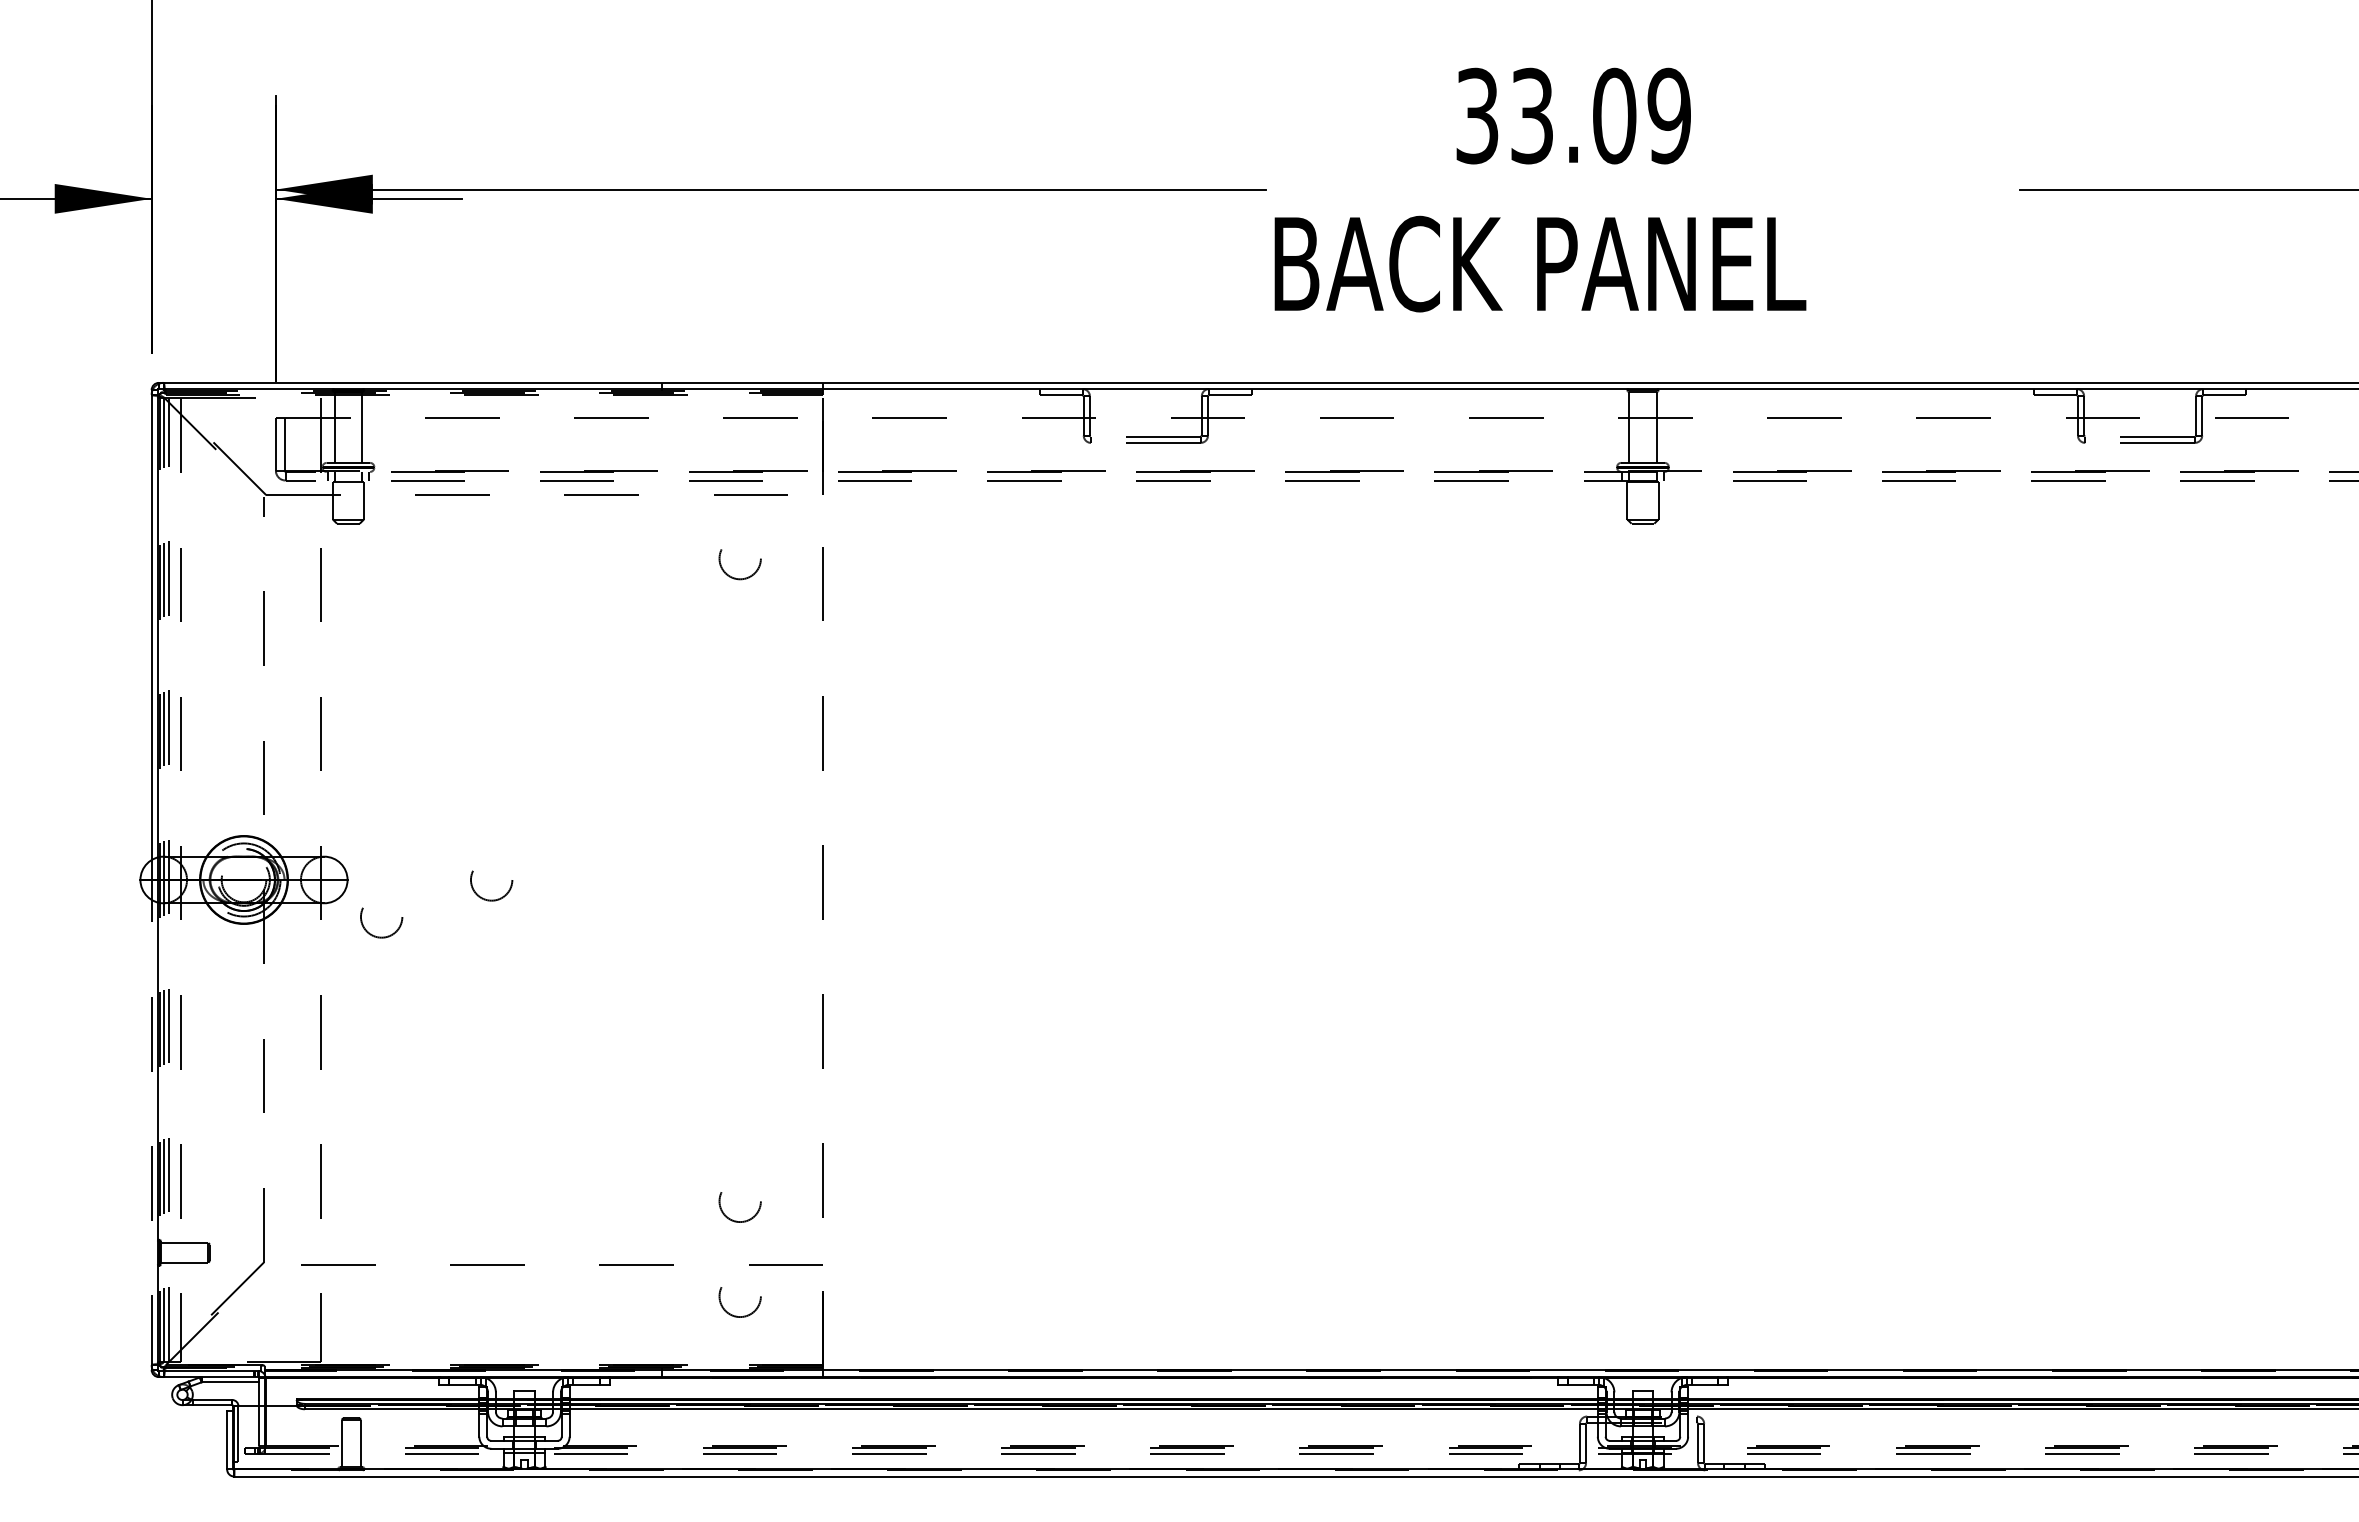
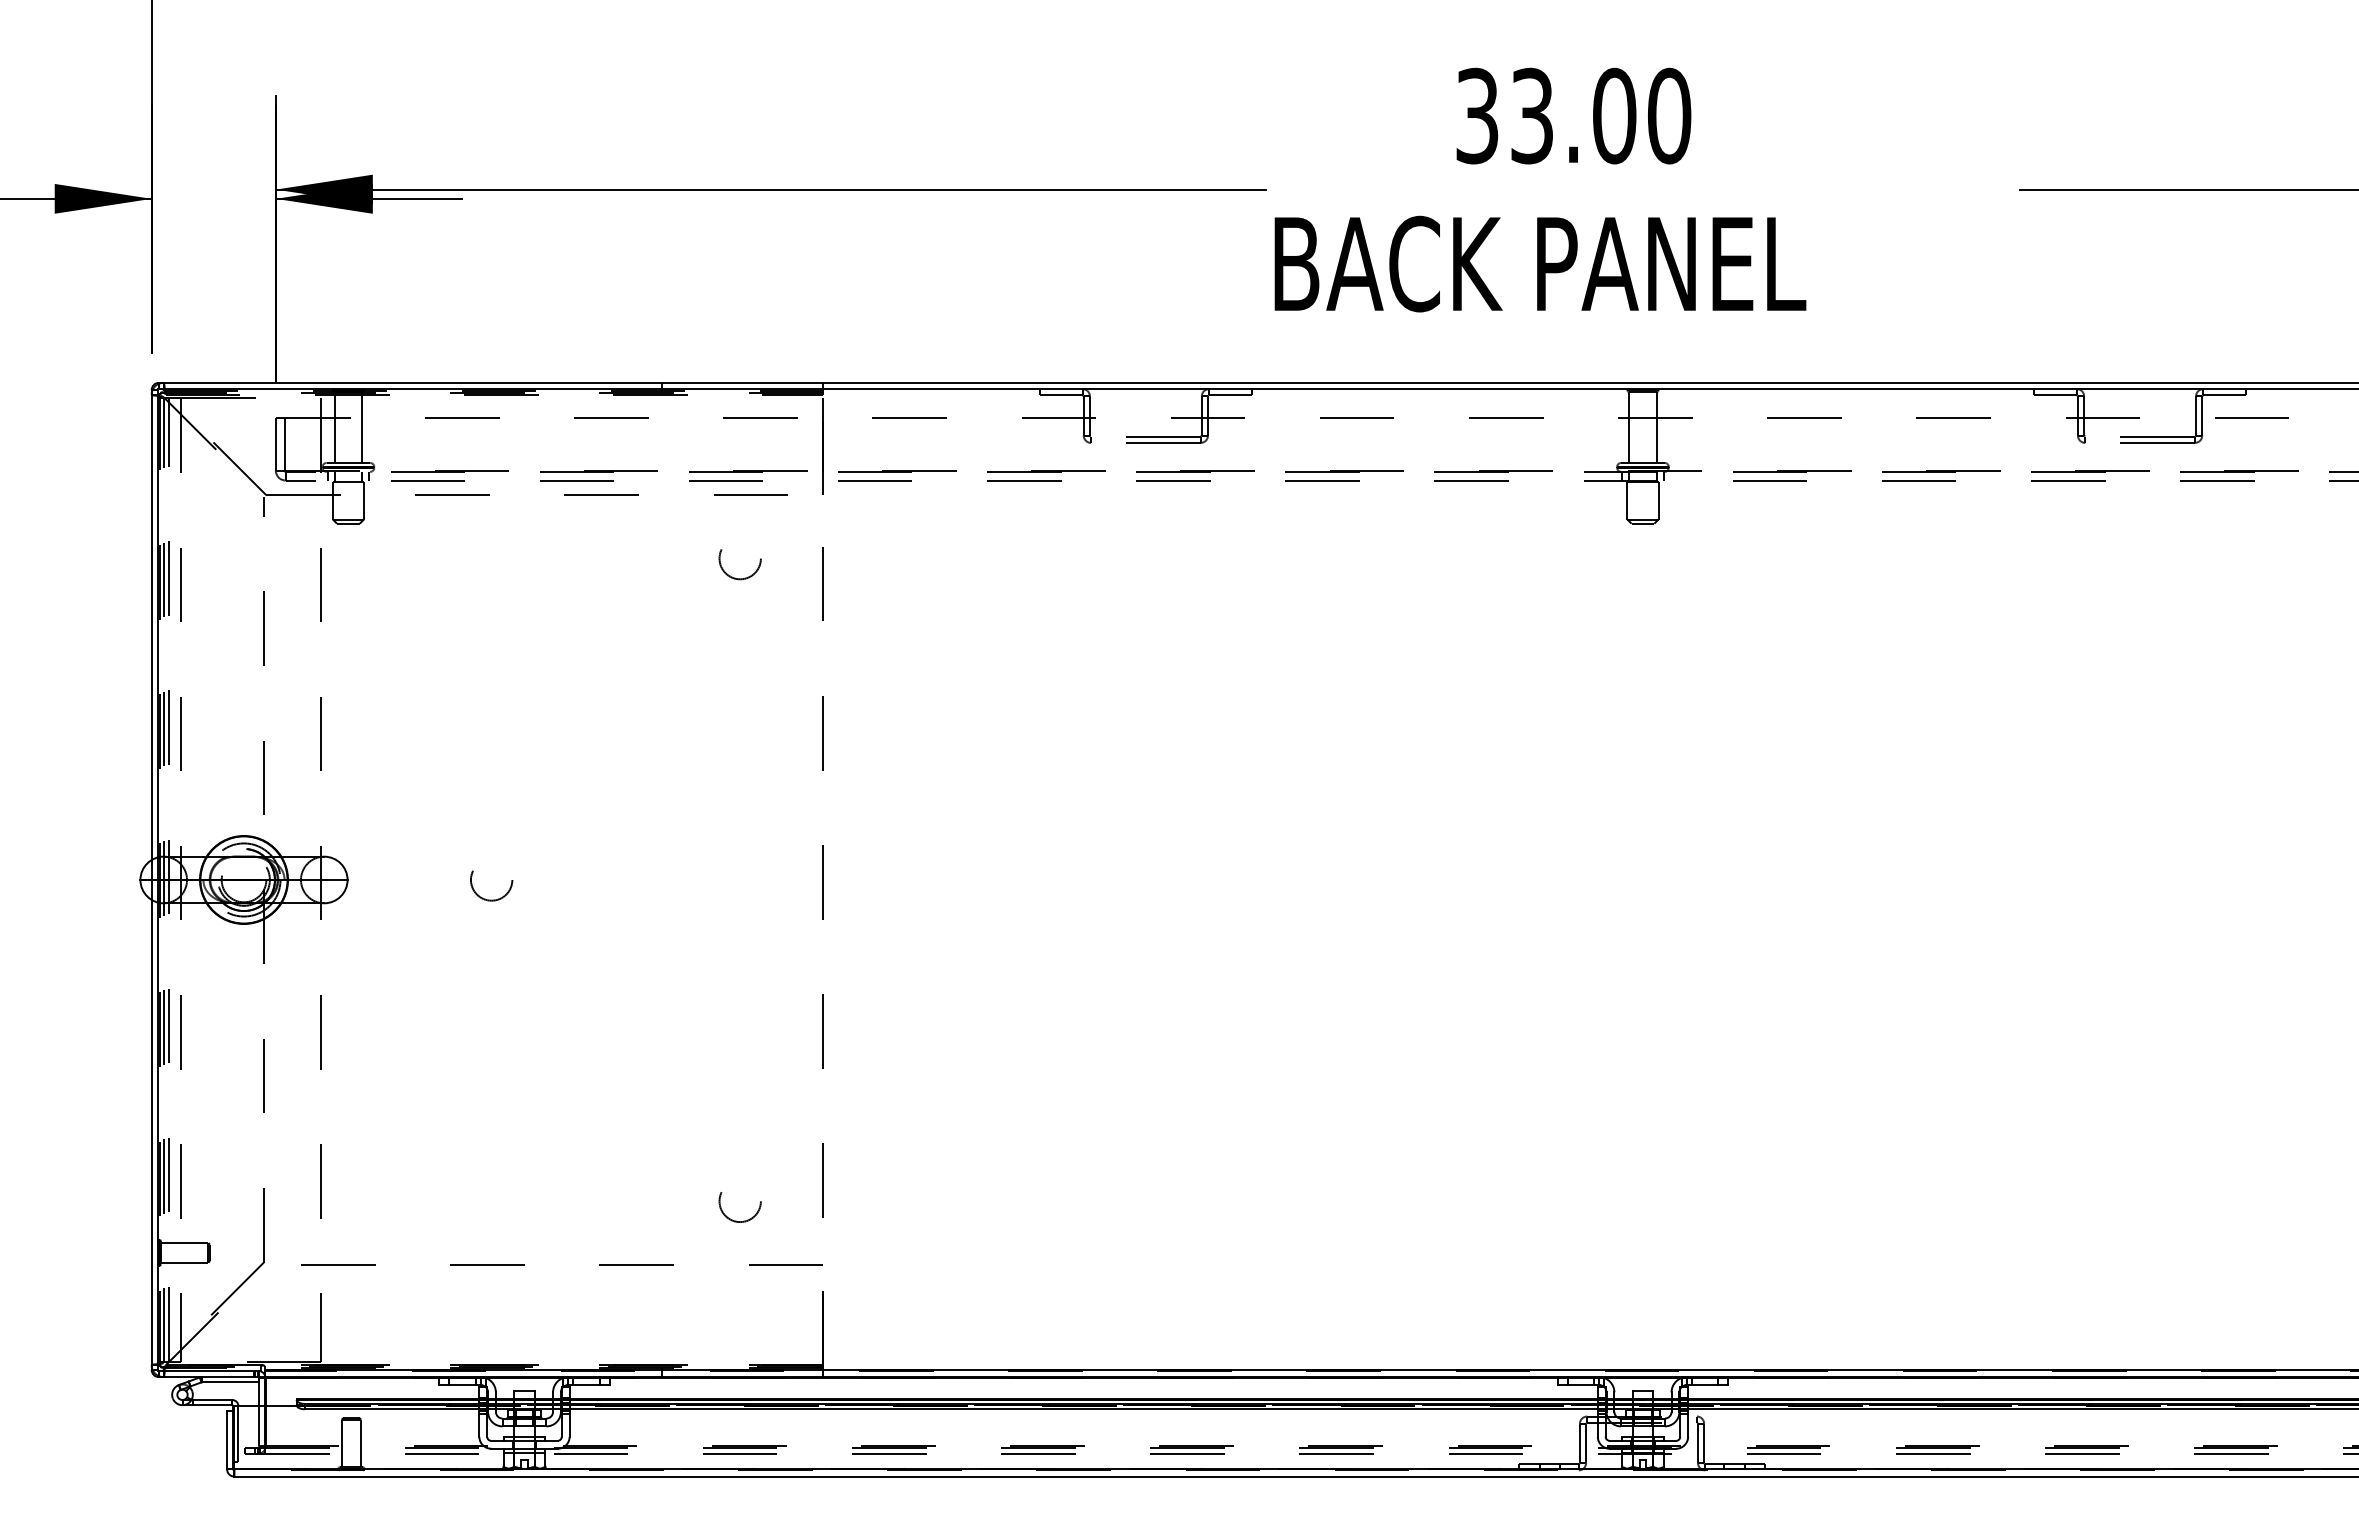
text at (1669, 116): 33.09 -> 33.00
circle at (381, 922): present -> none
line at (151, 1134): dashed -> solid
circle at (739, 1302): present -> none
